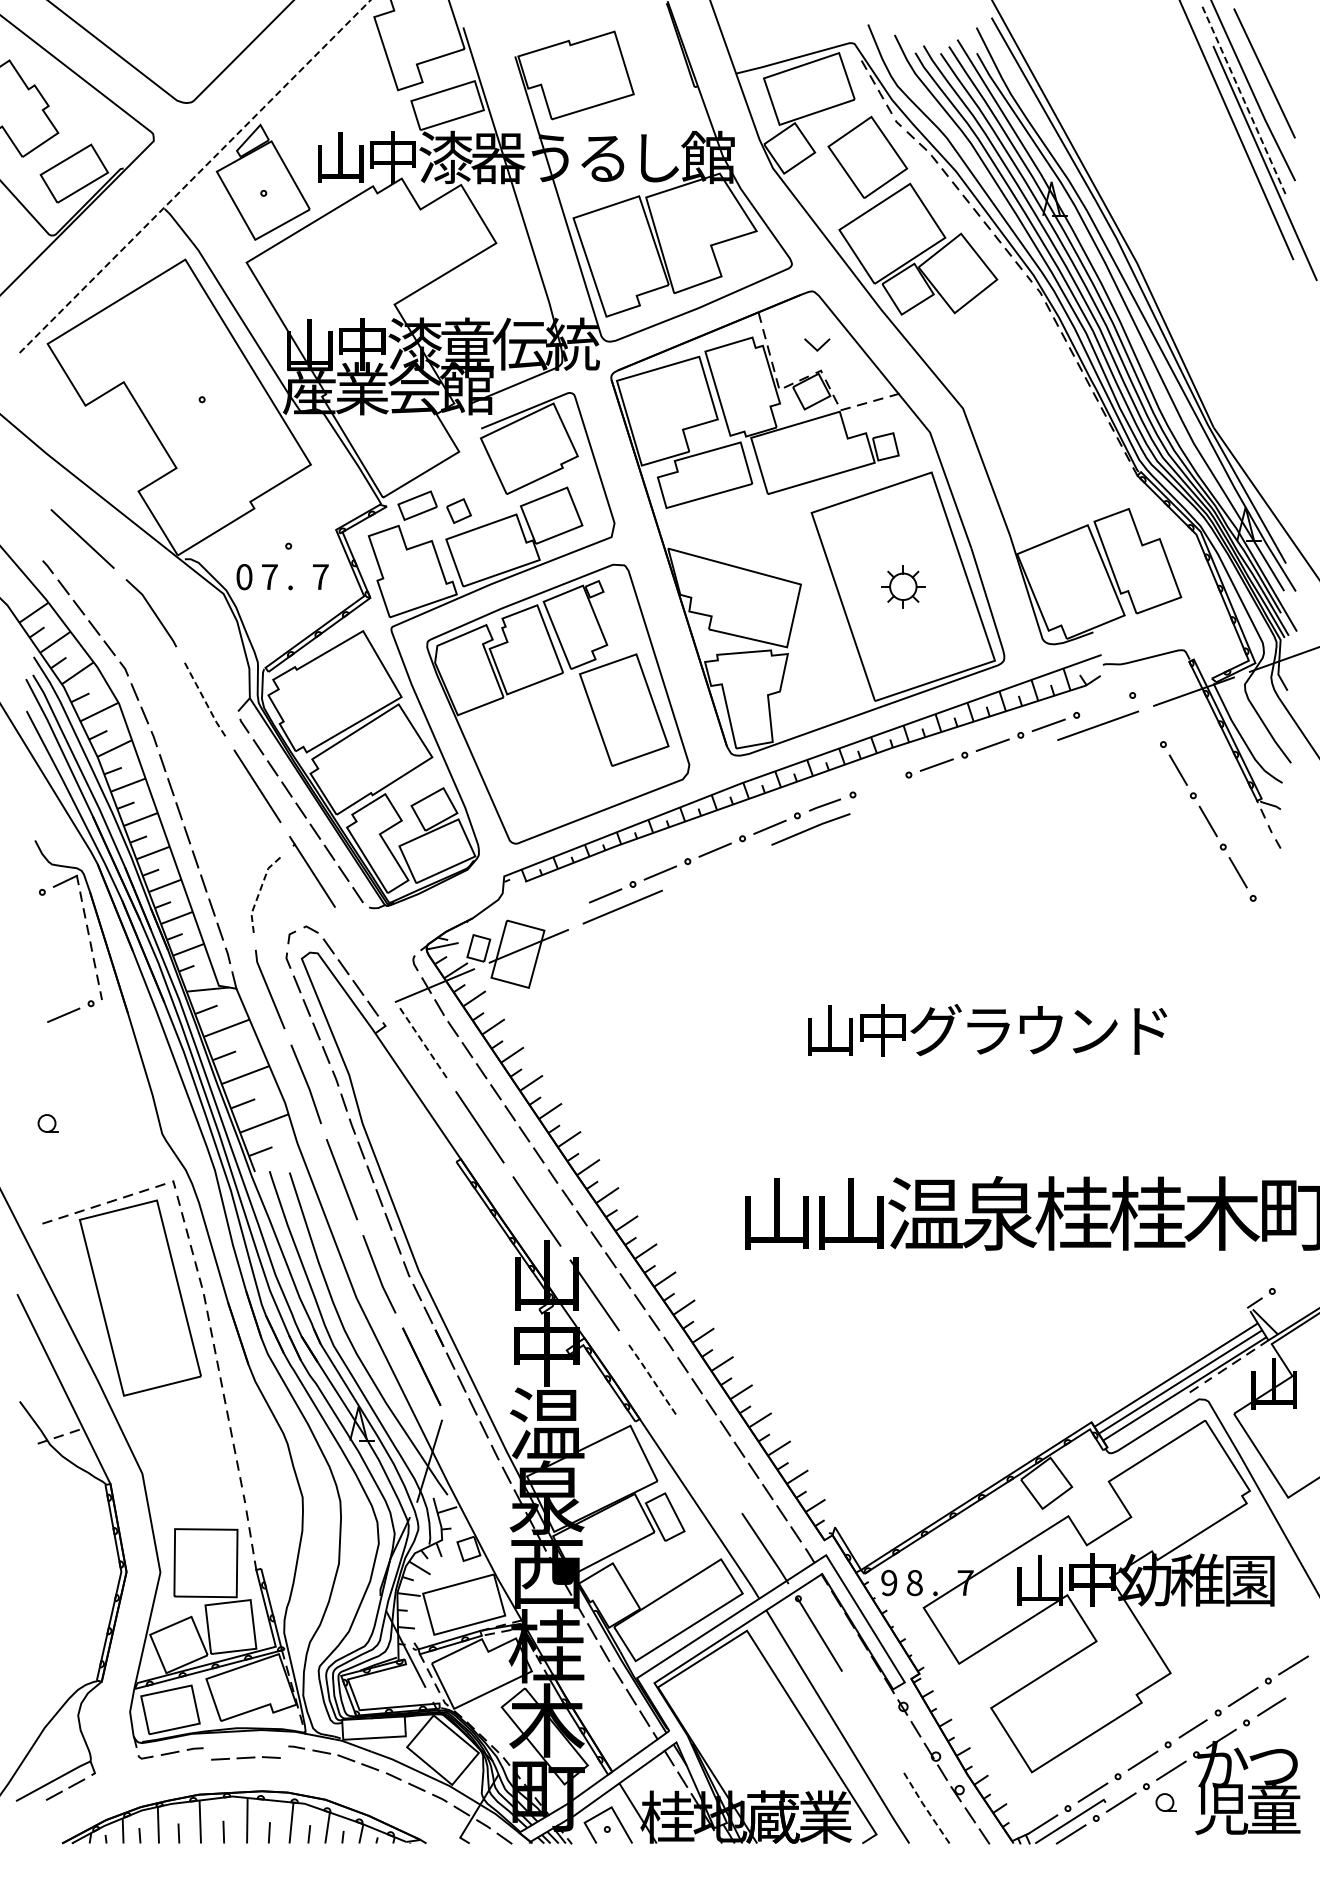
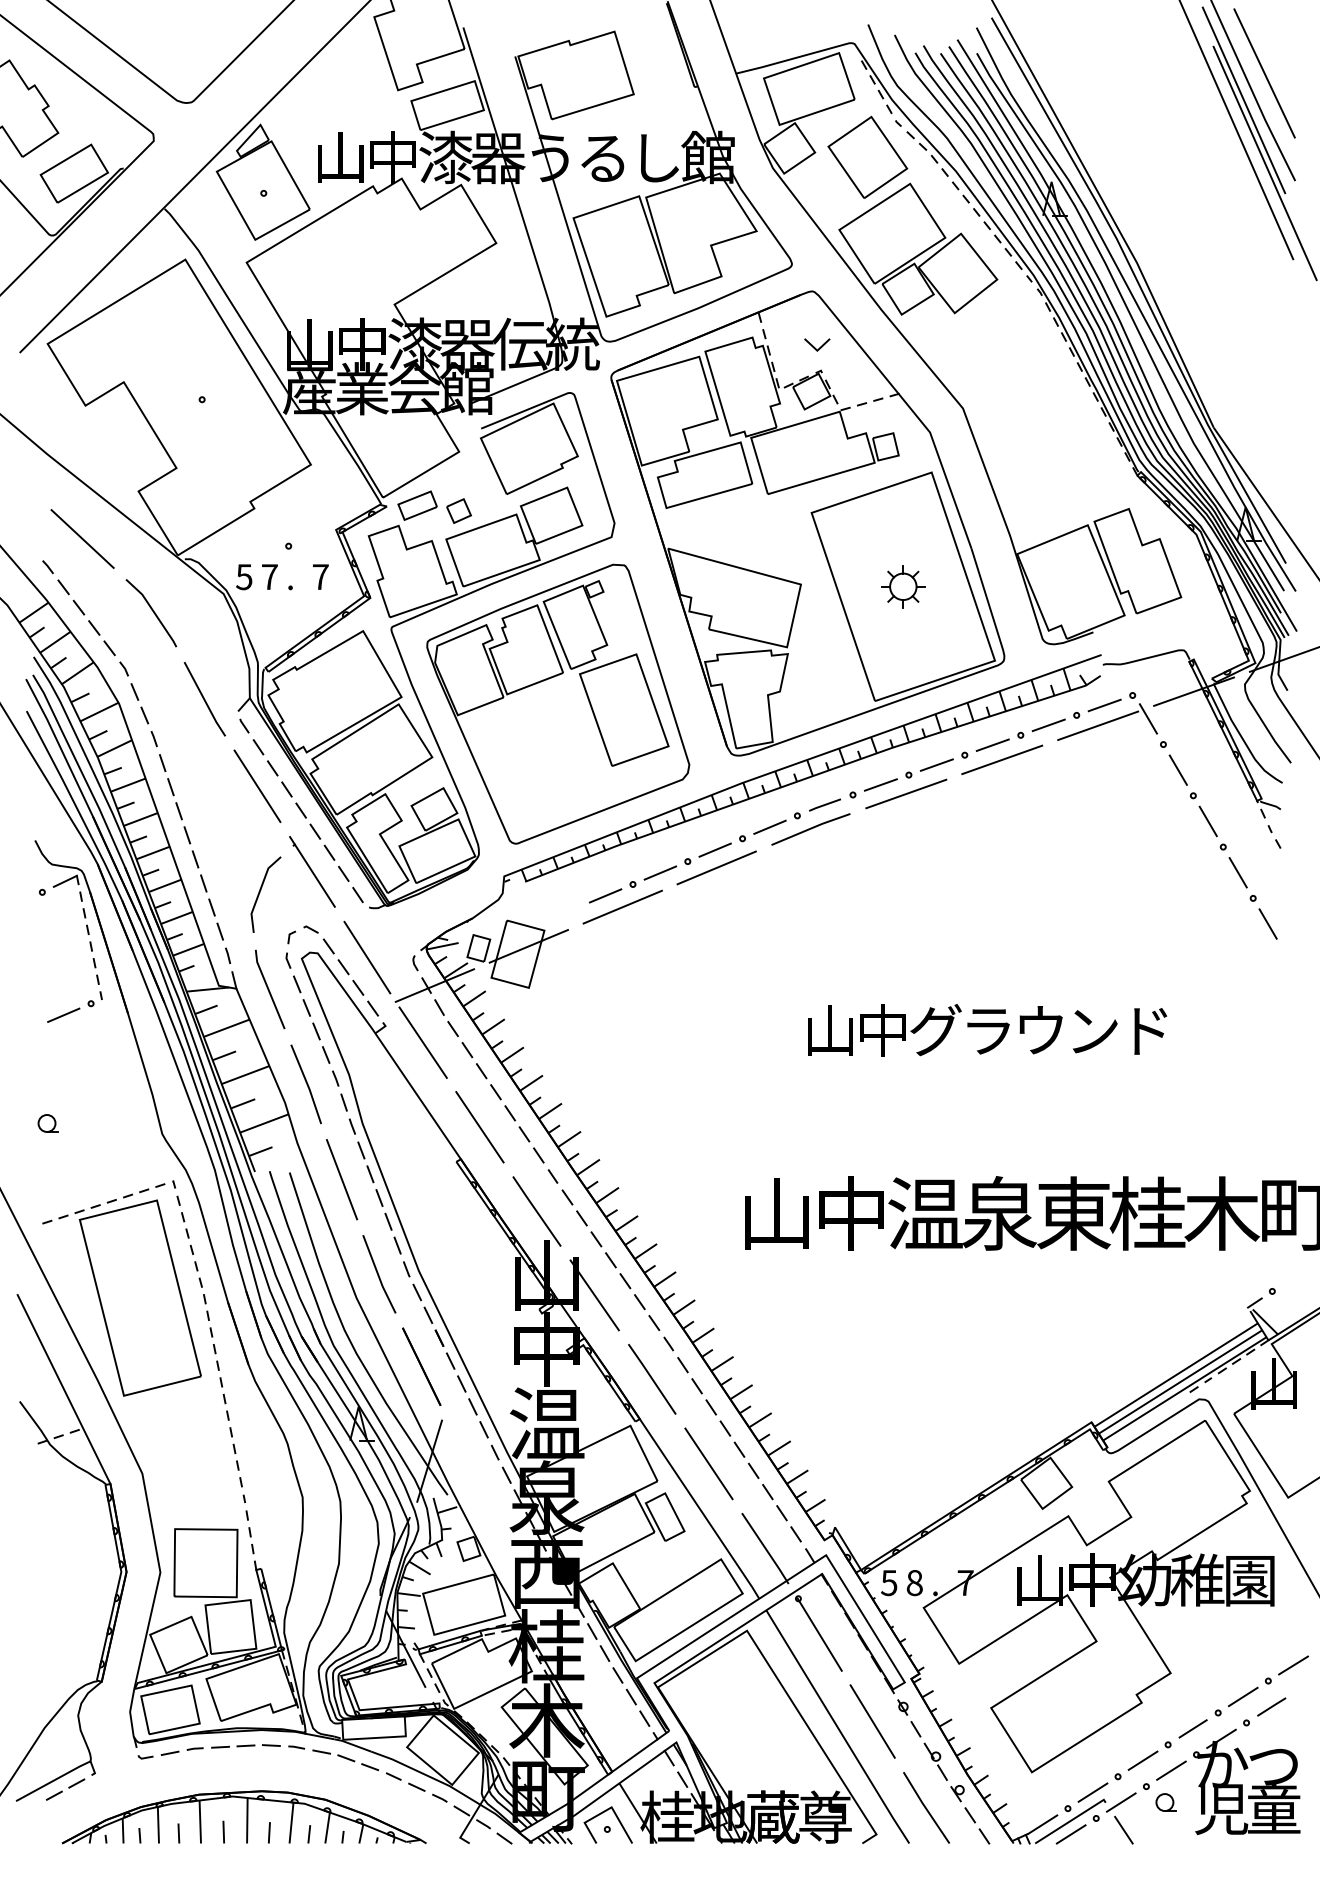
line at (1244, 100): dashed -> solid
line at (195, 175): dashed -> solid
text at (467, 343): 童 -> 器
text at (244, 577): 0 -> 5
line at (204, 699): dashed -> solid
line at (1104, 705): none -> present
line at (1147, 718): none -> present
line at (1002, 759): none -> present
line at (880, 784): none -> present
line at (906, 793): none -> present
line at (716, 867): none -> present
line at (259, 891): dashed -> solid
line at (1267, 923): none -> present
line at (367, 957): none -> present
line at (422, 1042): dashed -> solid
text at (851, 1213): 山 -> 中
text at (1073, 1213): 桂 -> 東
line at (651, 1378): dashed -> solid
line at (708, 1463): none -> present
text at (889, 1582): 9 -> 5
line at (872, 1721): none -> present
part at (245, 1758) position: (245, 1758) -> (245, 1746)
line at (925, 1807): dashed -> solid
text at (825, 1816): 業 -> 尊
line at (1123, 1829): none -> present
